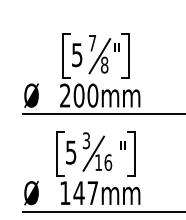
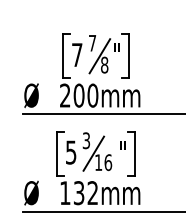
text at (77, 55): 5 -> 7
text at (85, 193): 147mm -> 132mm
